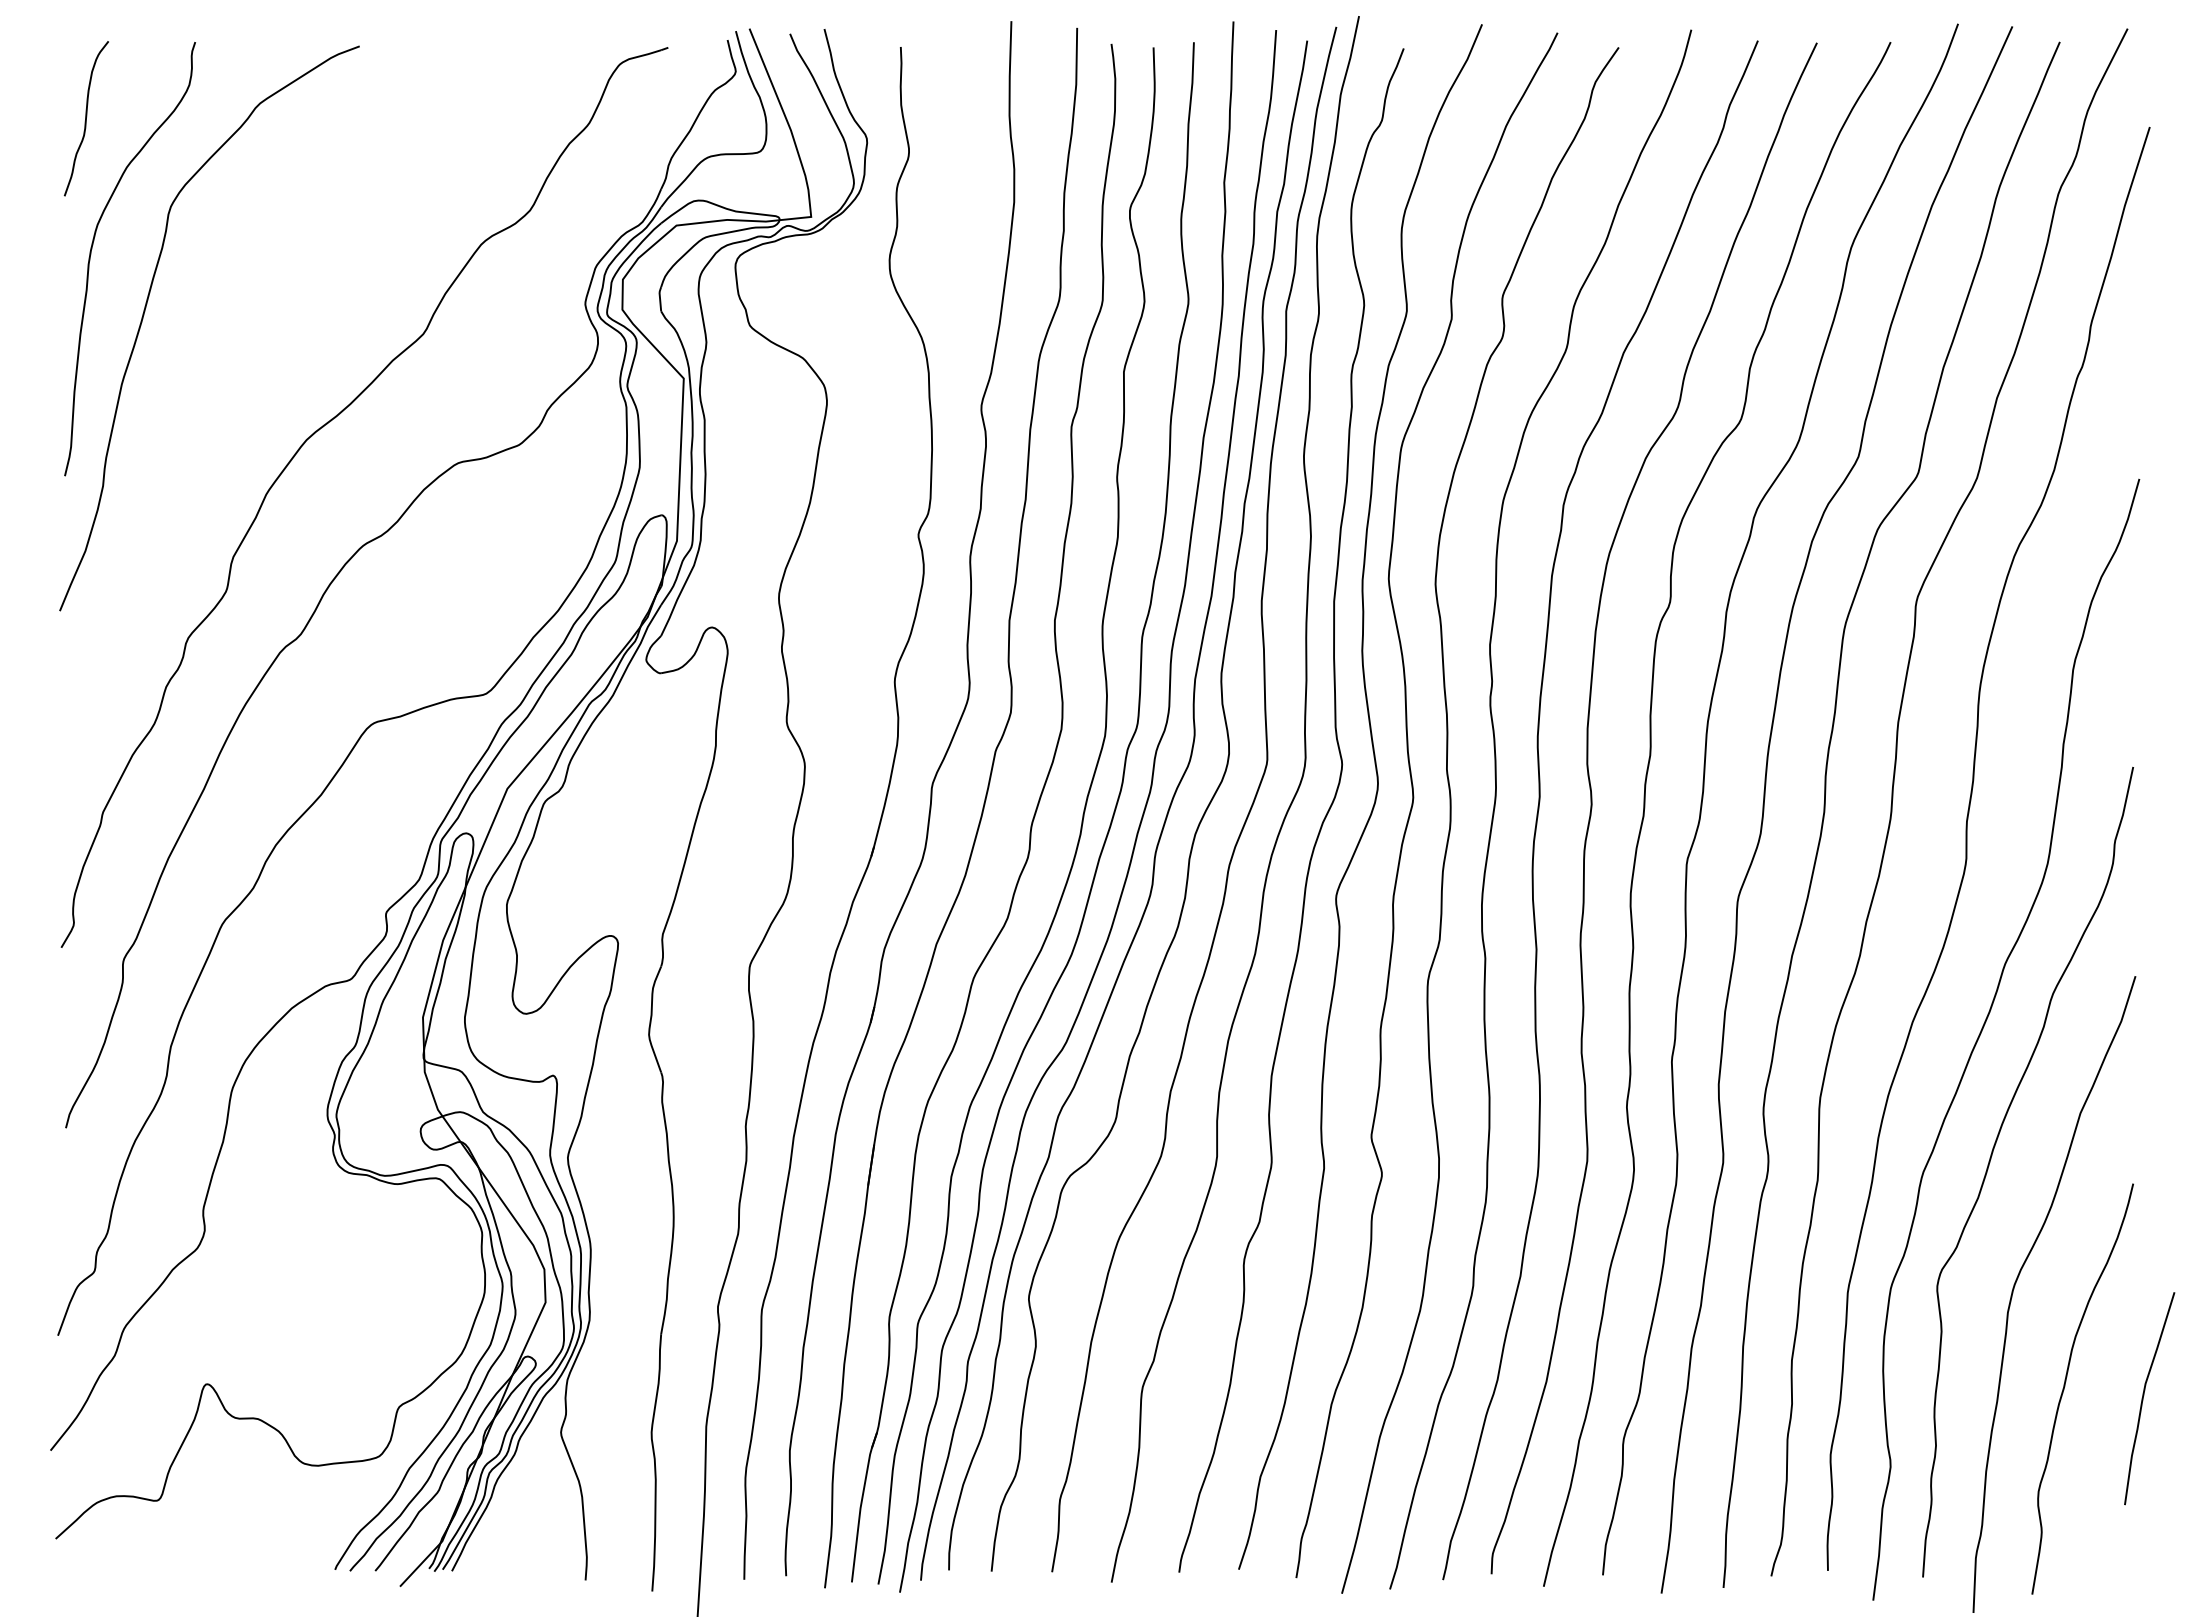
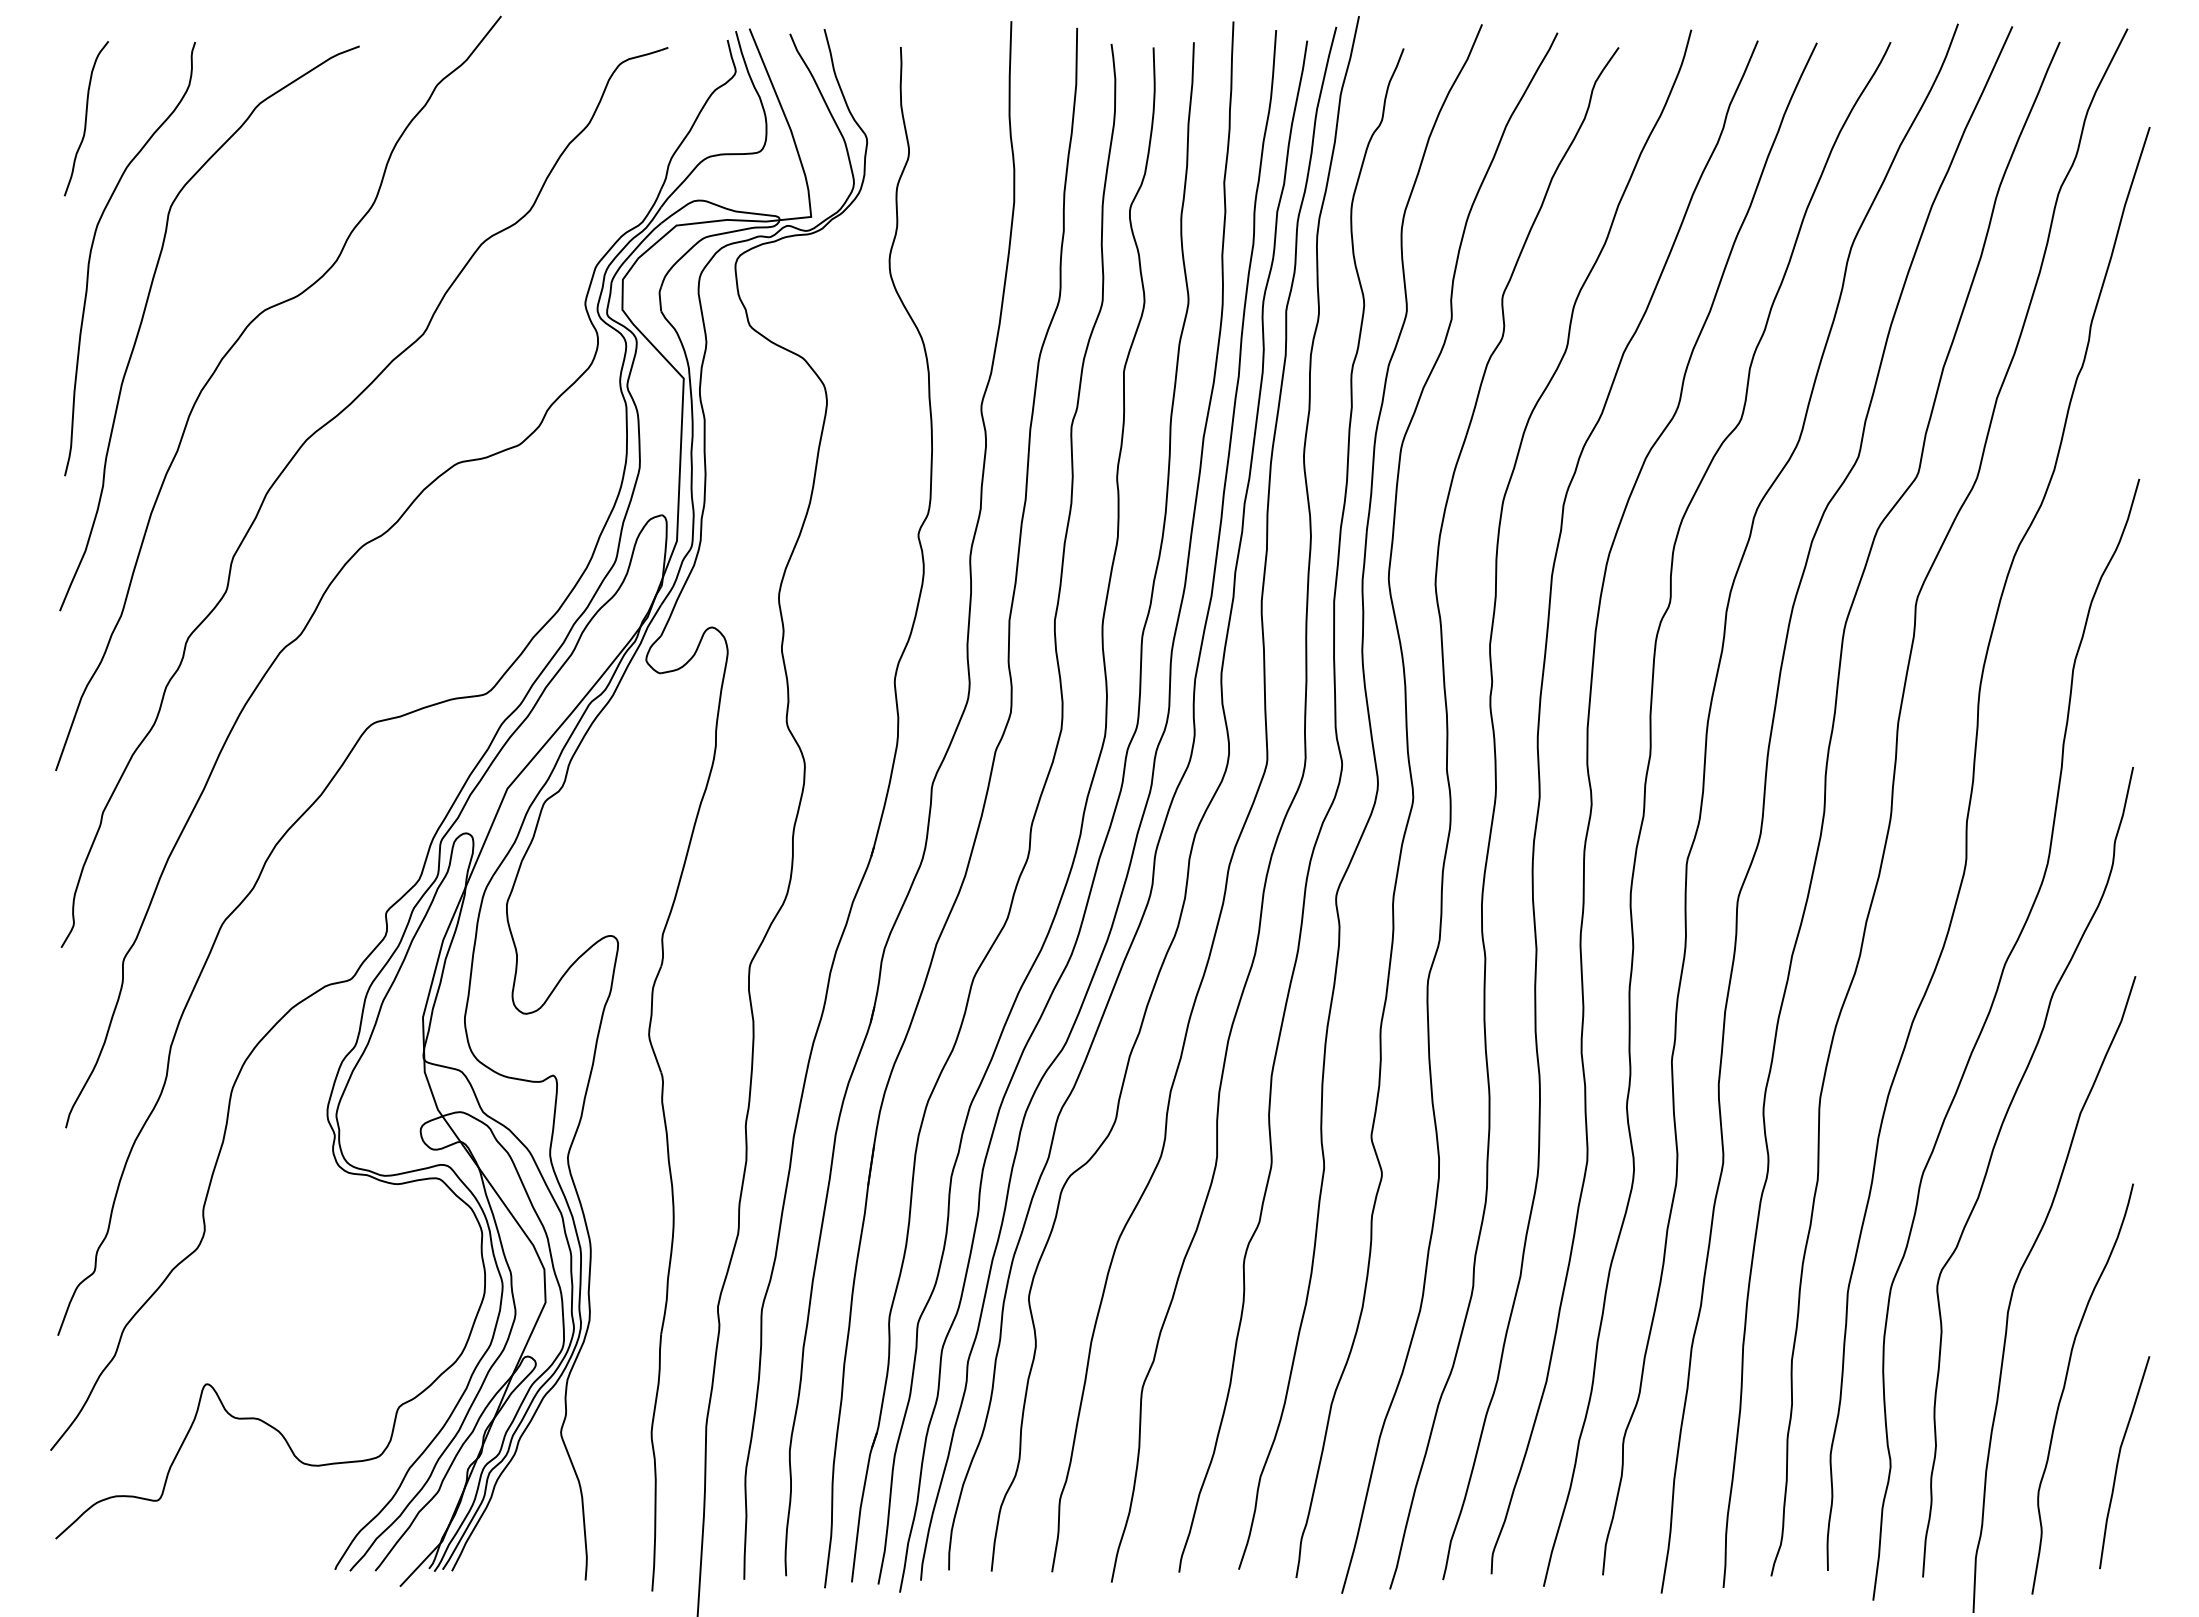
curve at (227, 354): none -> present
curve at (2144, 1395) position: (2144, 1395) -> (2119, 1459)
